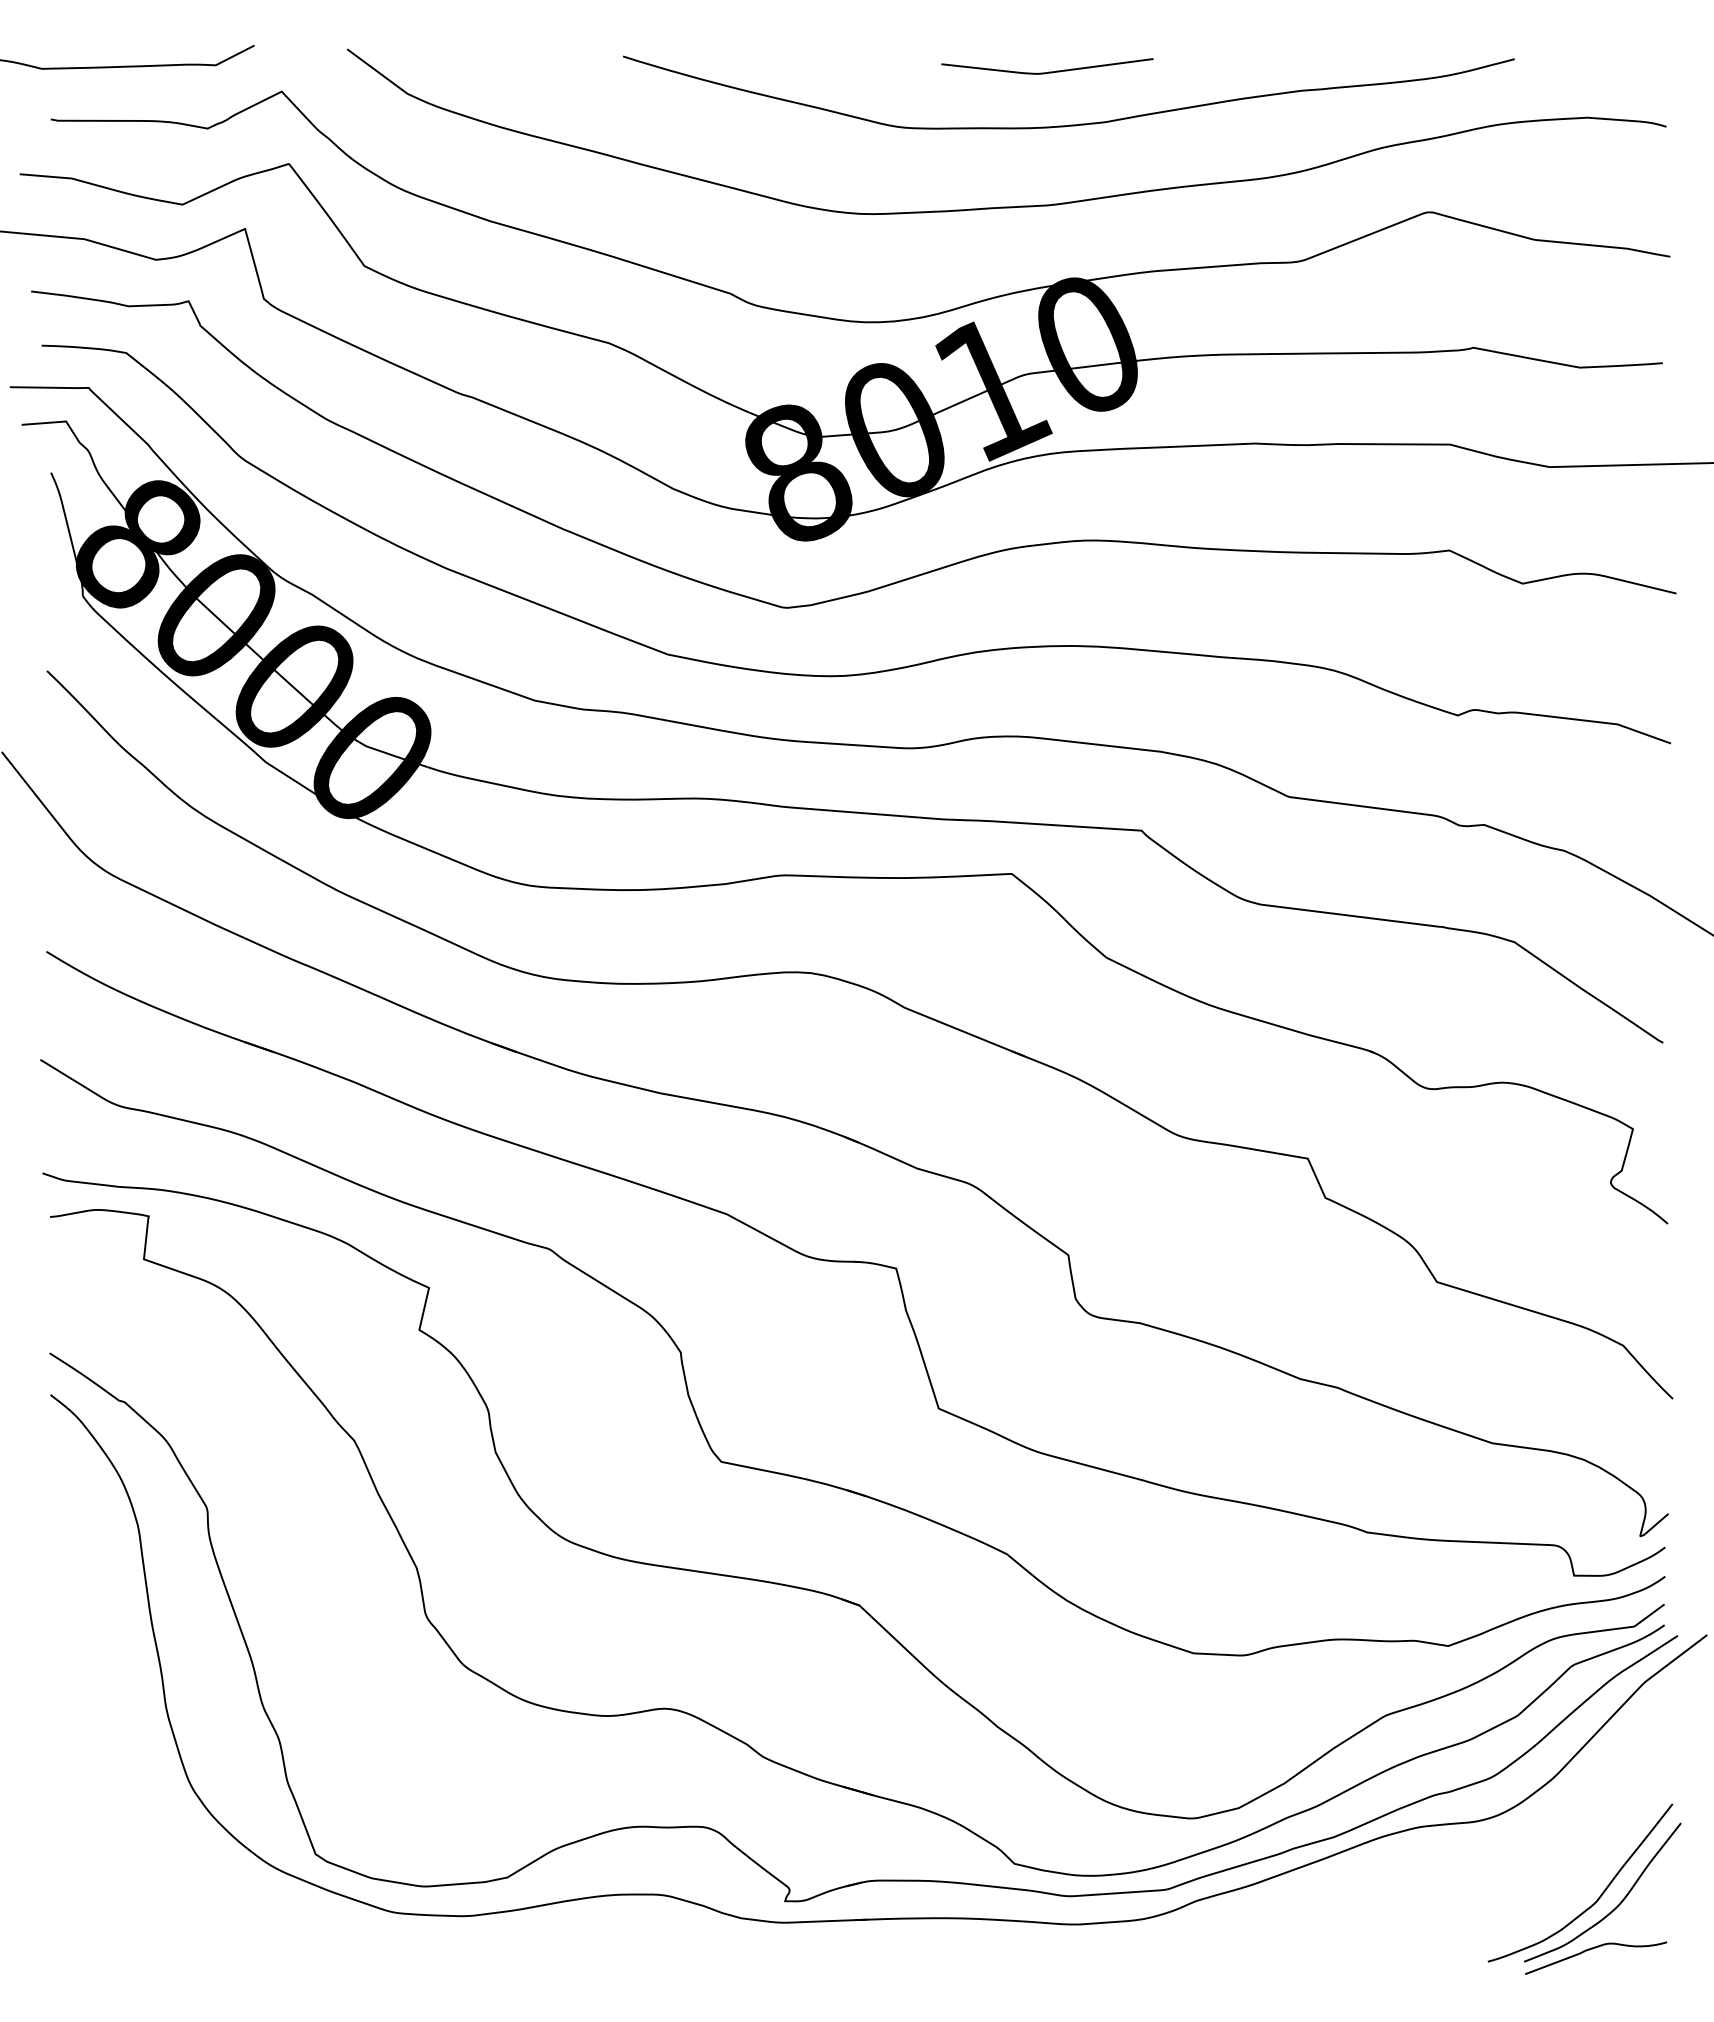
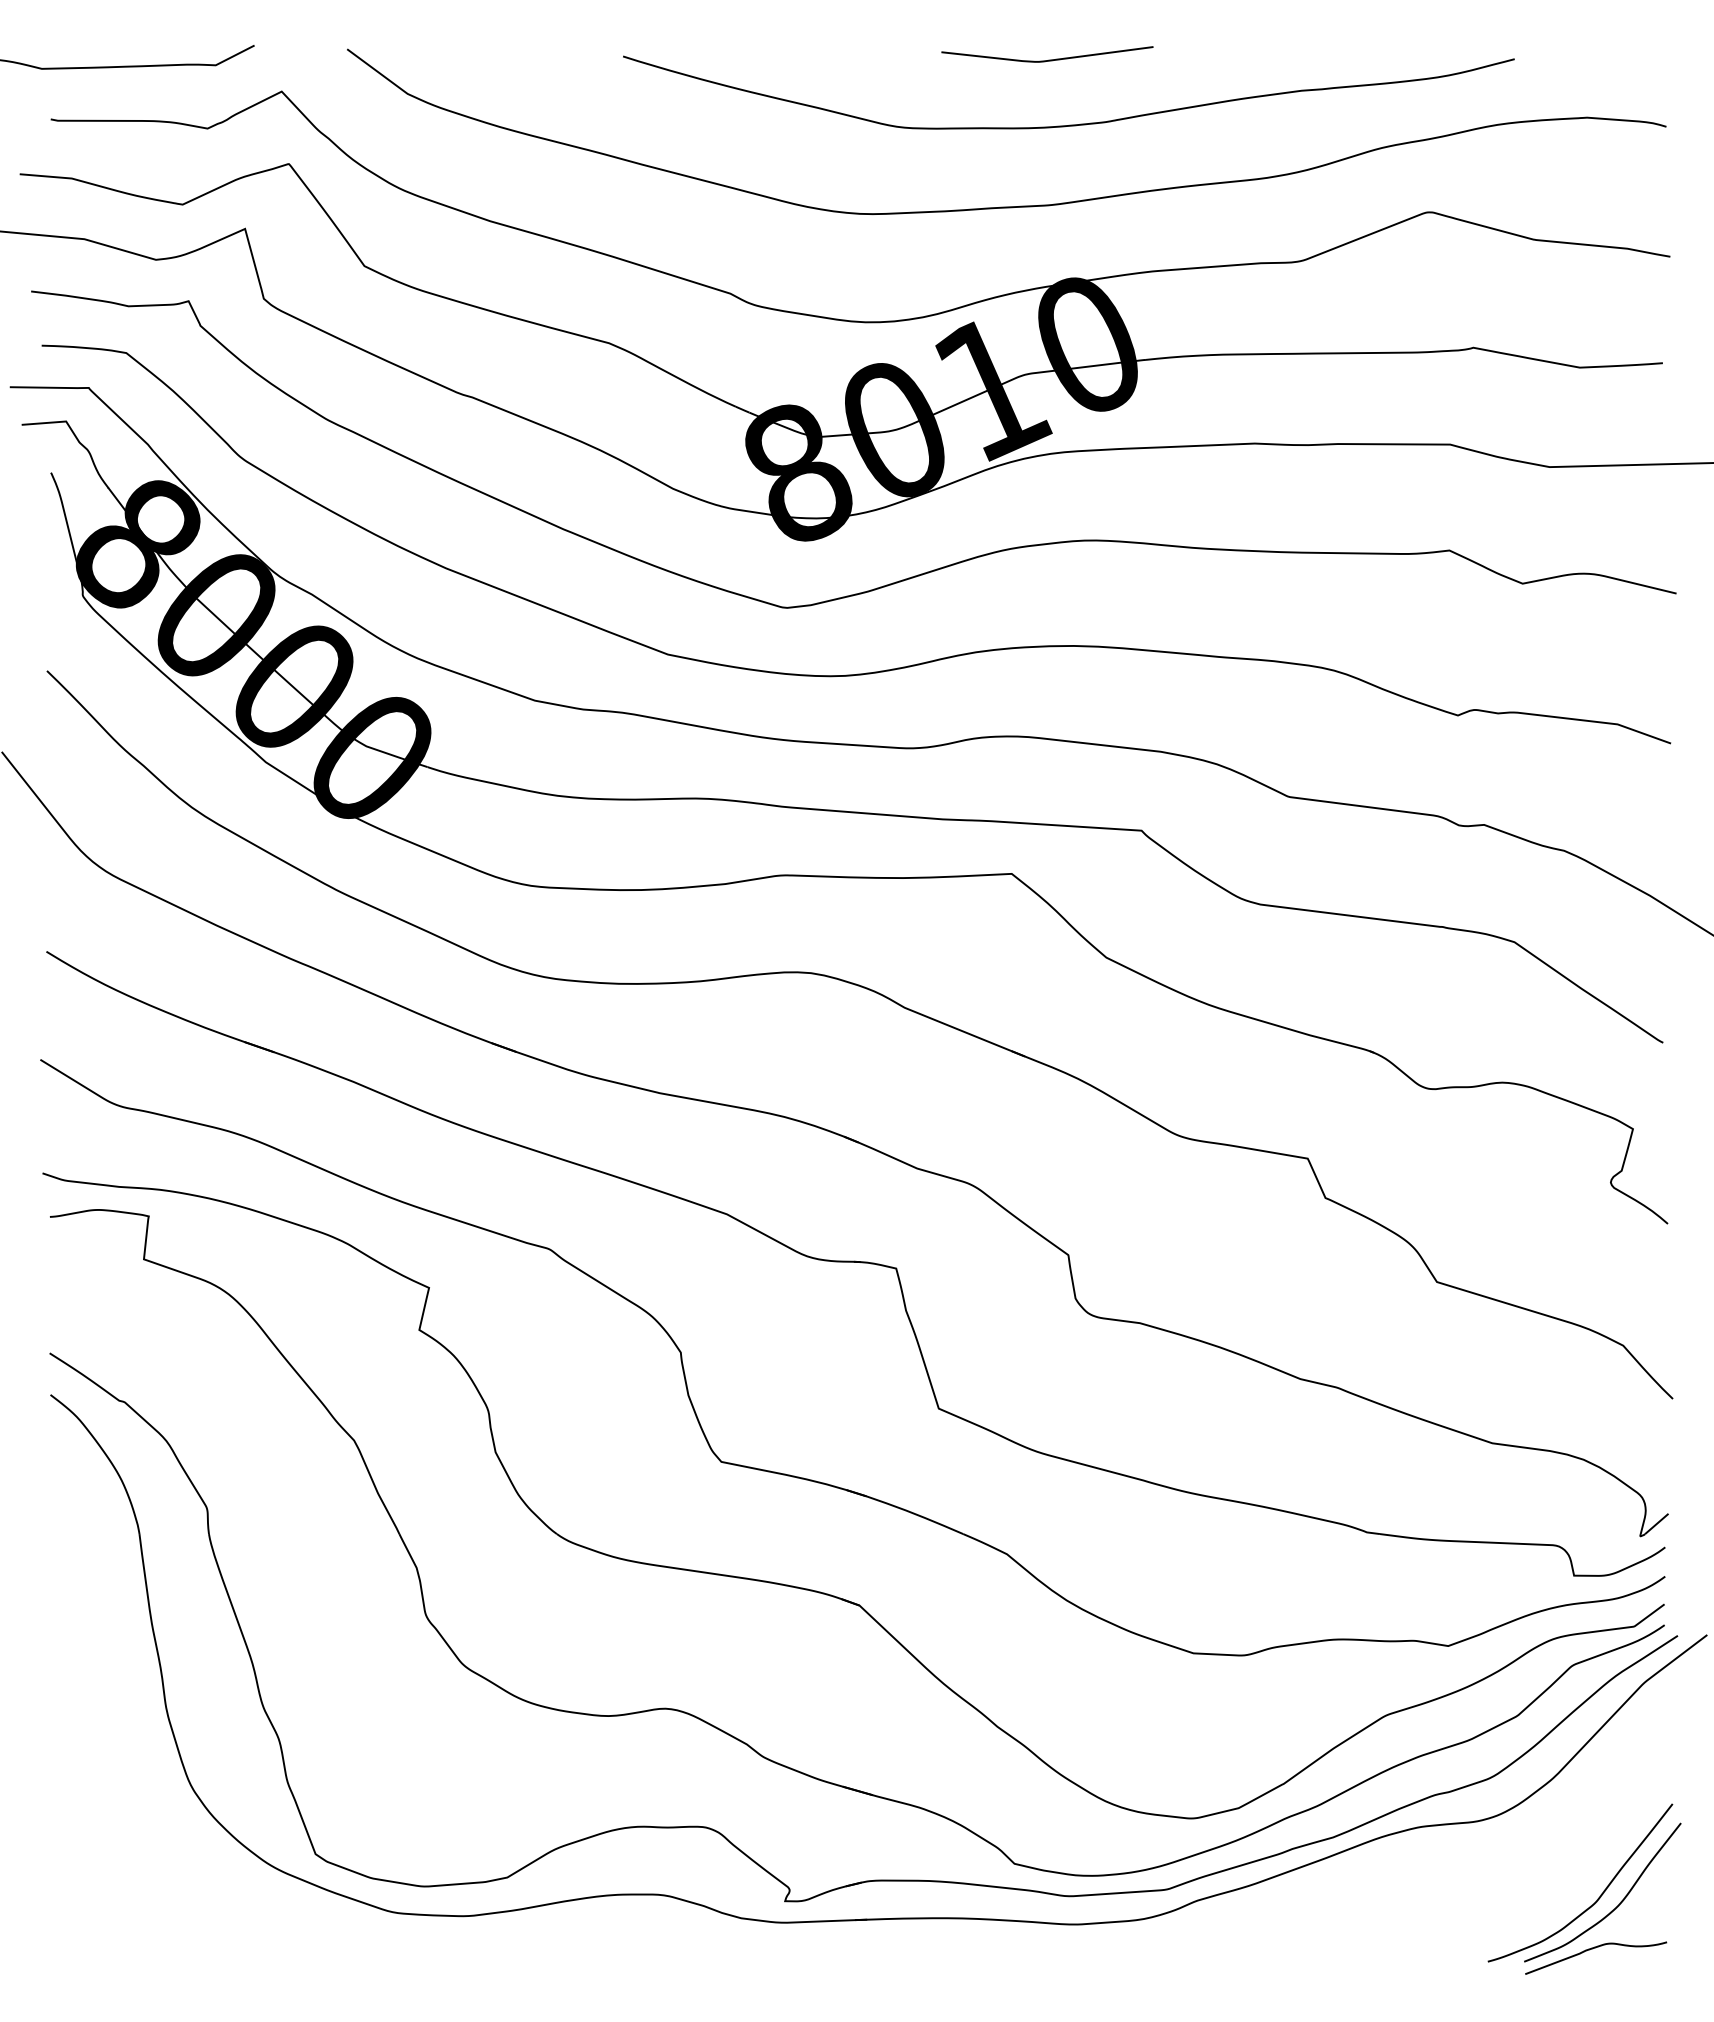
curve at (1048, 71) position: (1048, 71) -> (1048, 59)
